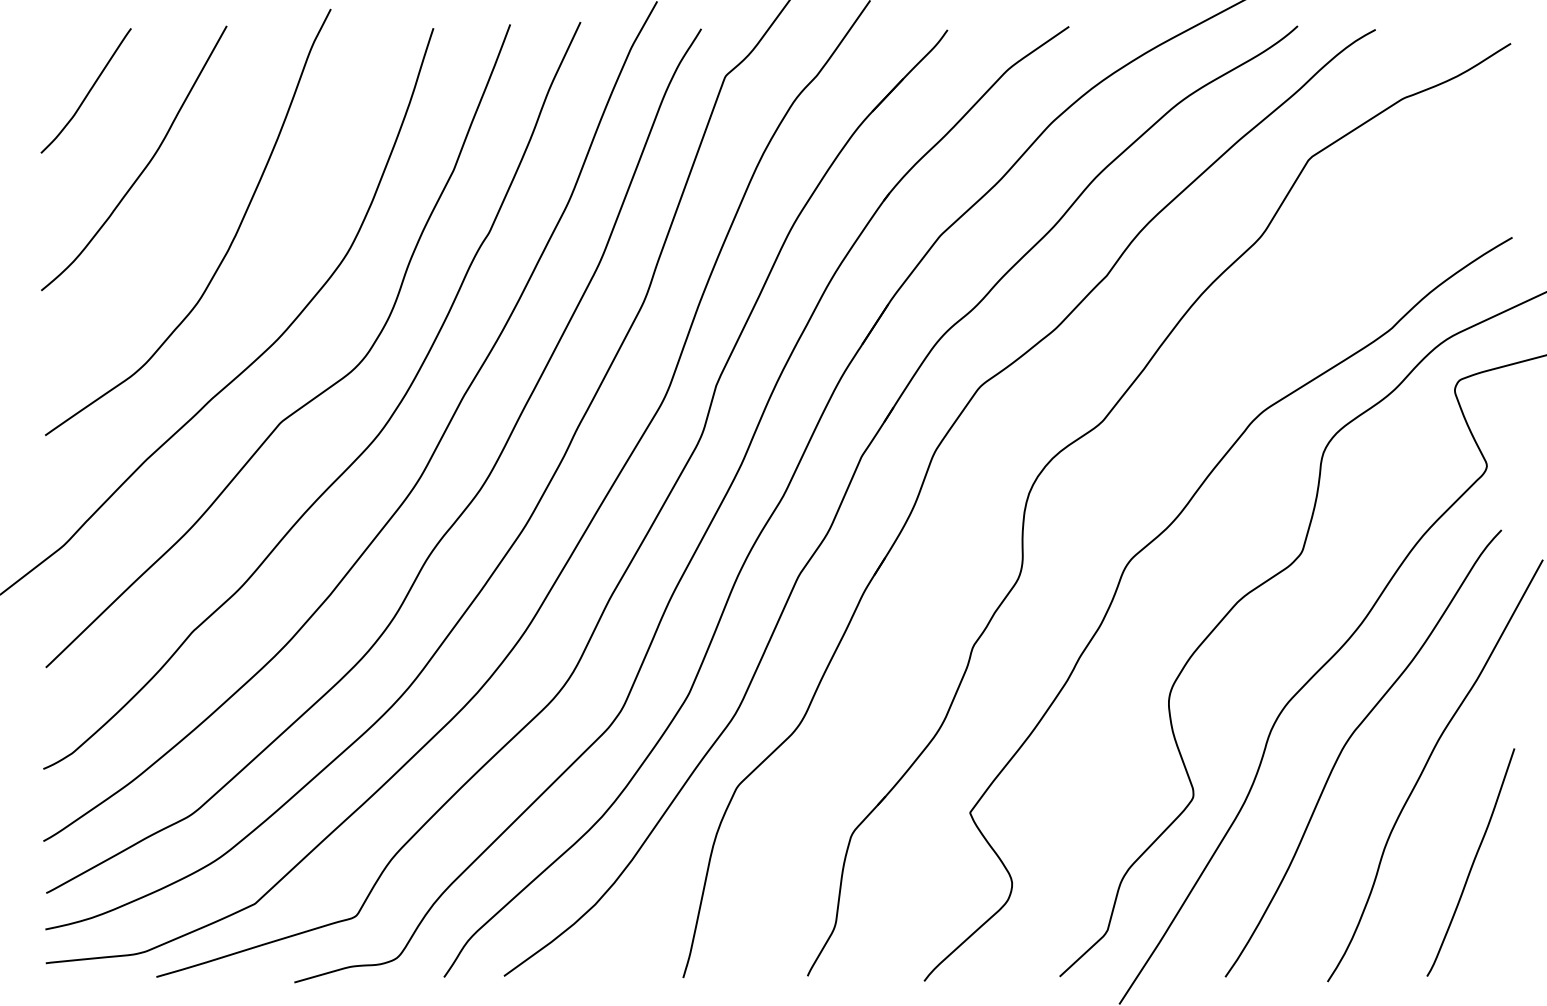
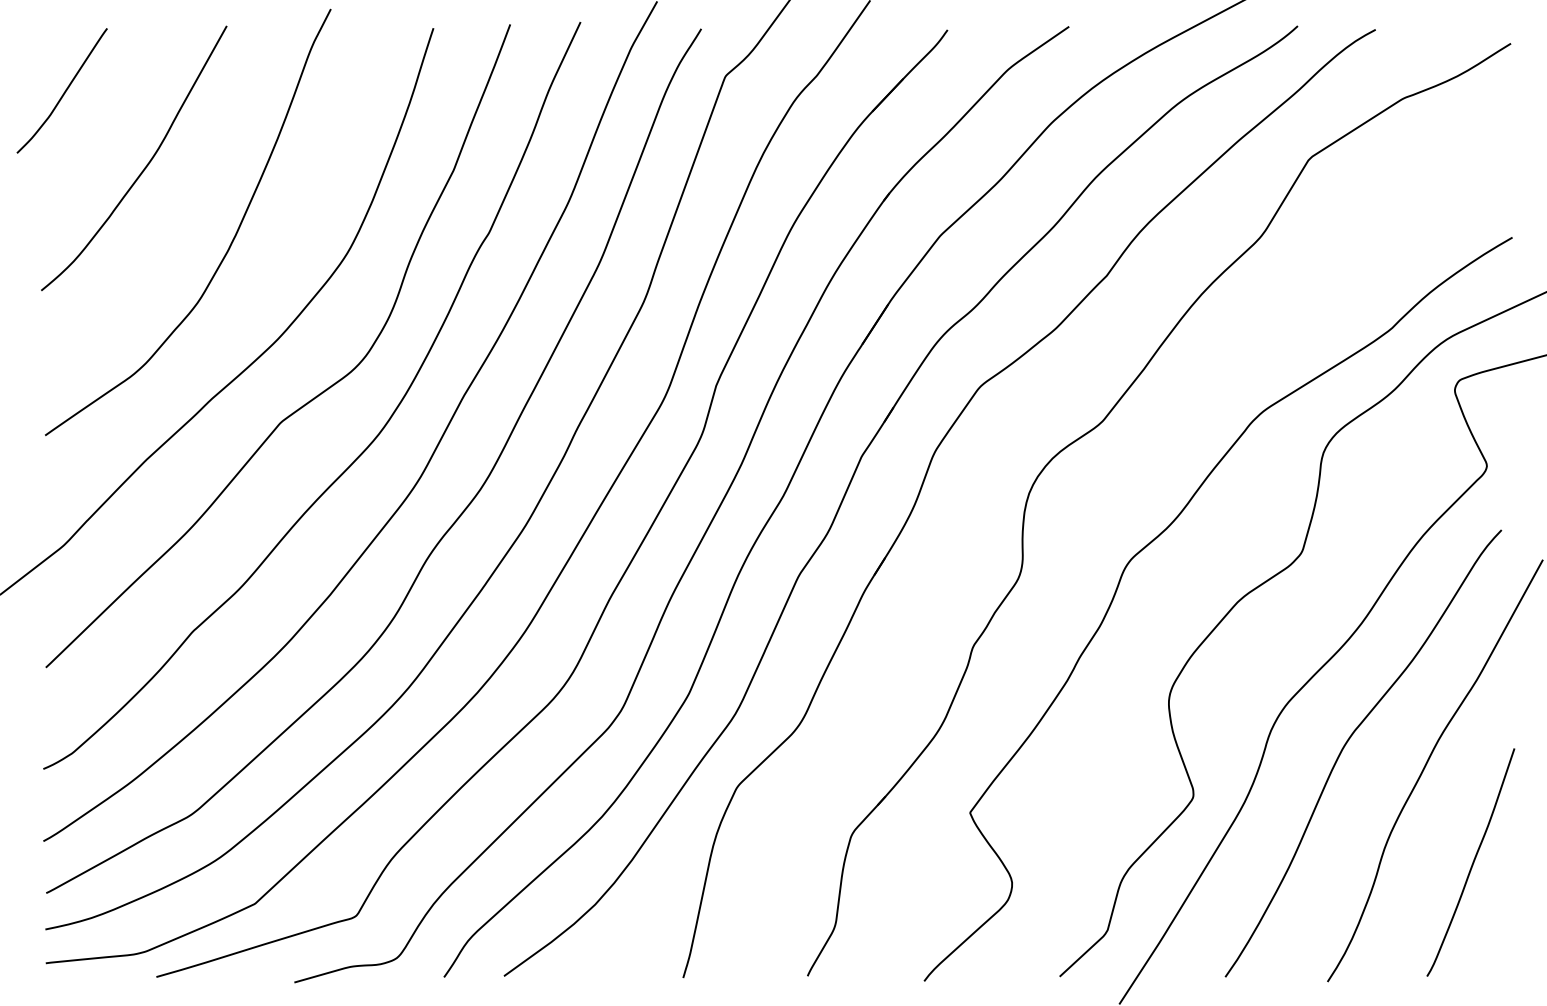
curve at (87, 92) position: (87, 92) -> (63, 92)
